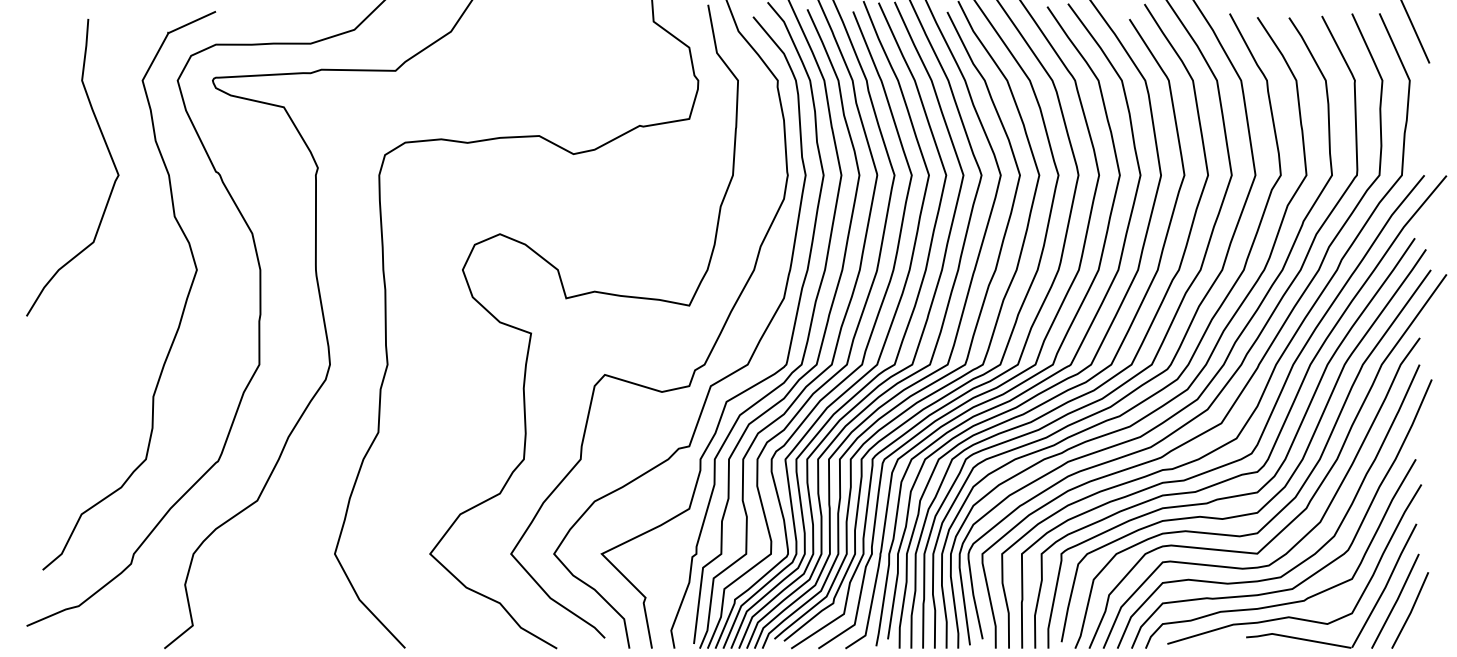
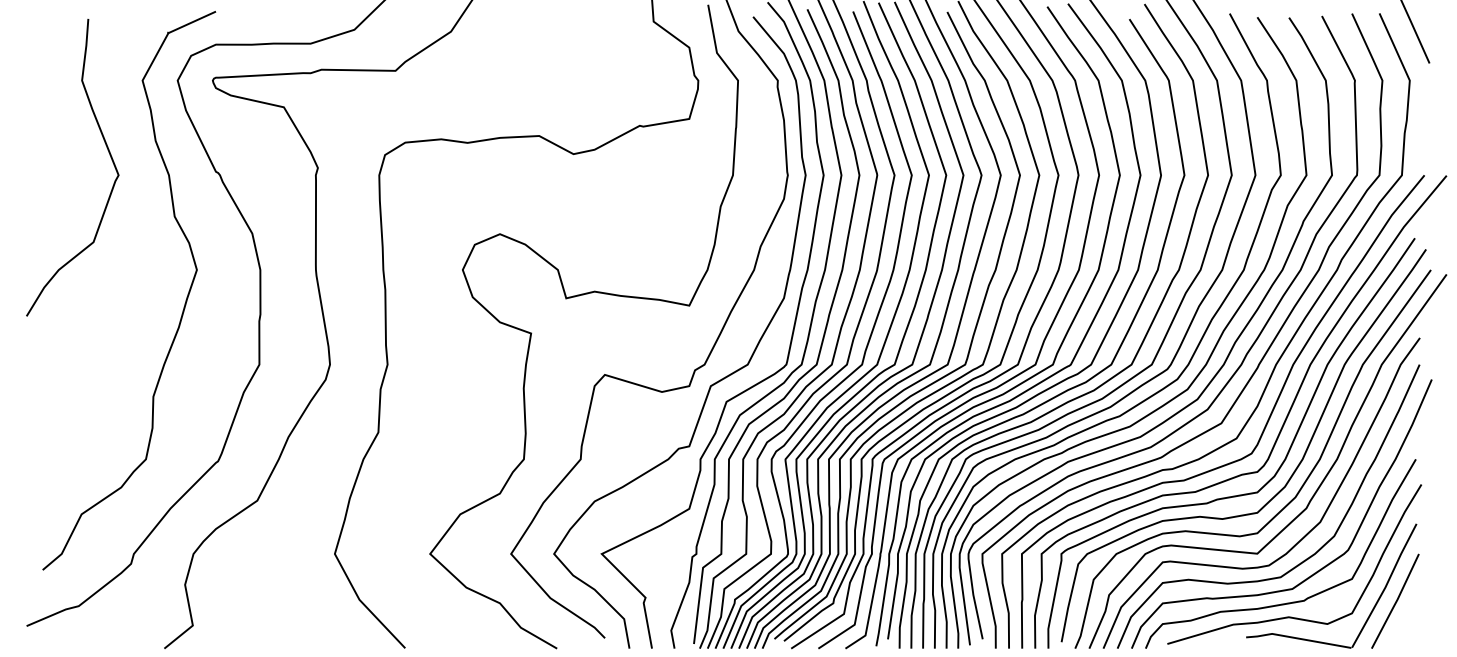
line at (1410, 610): present -> none
